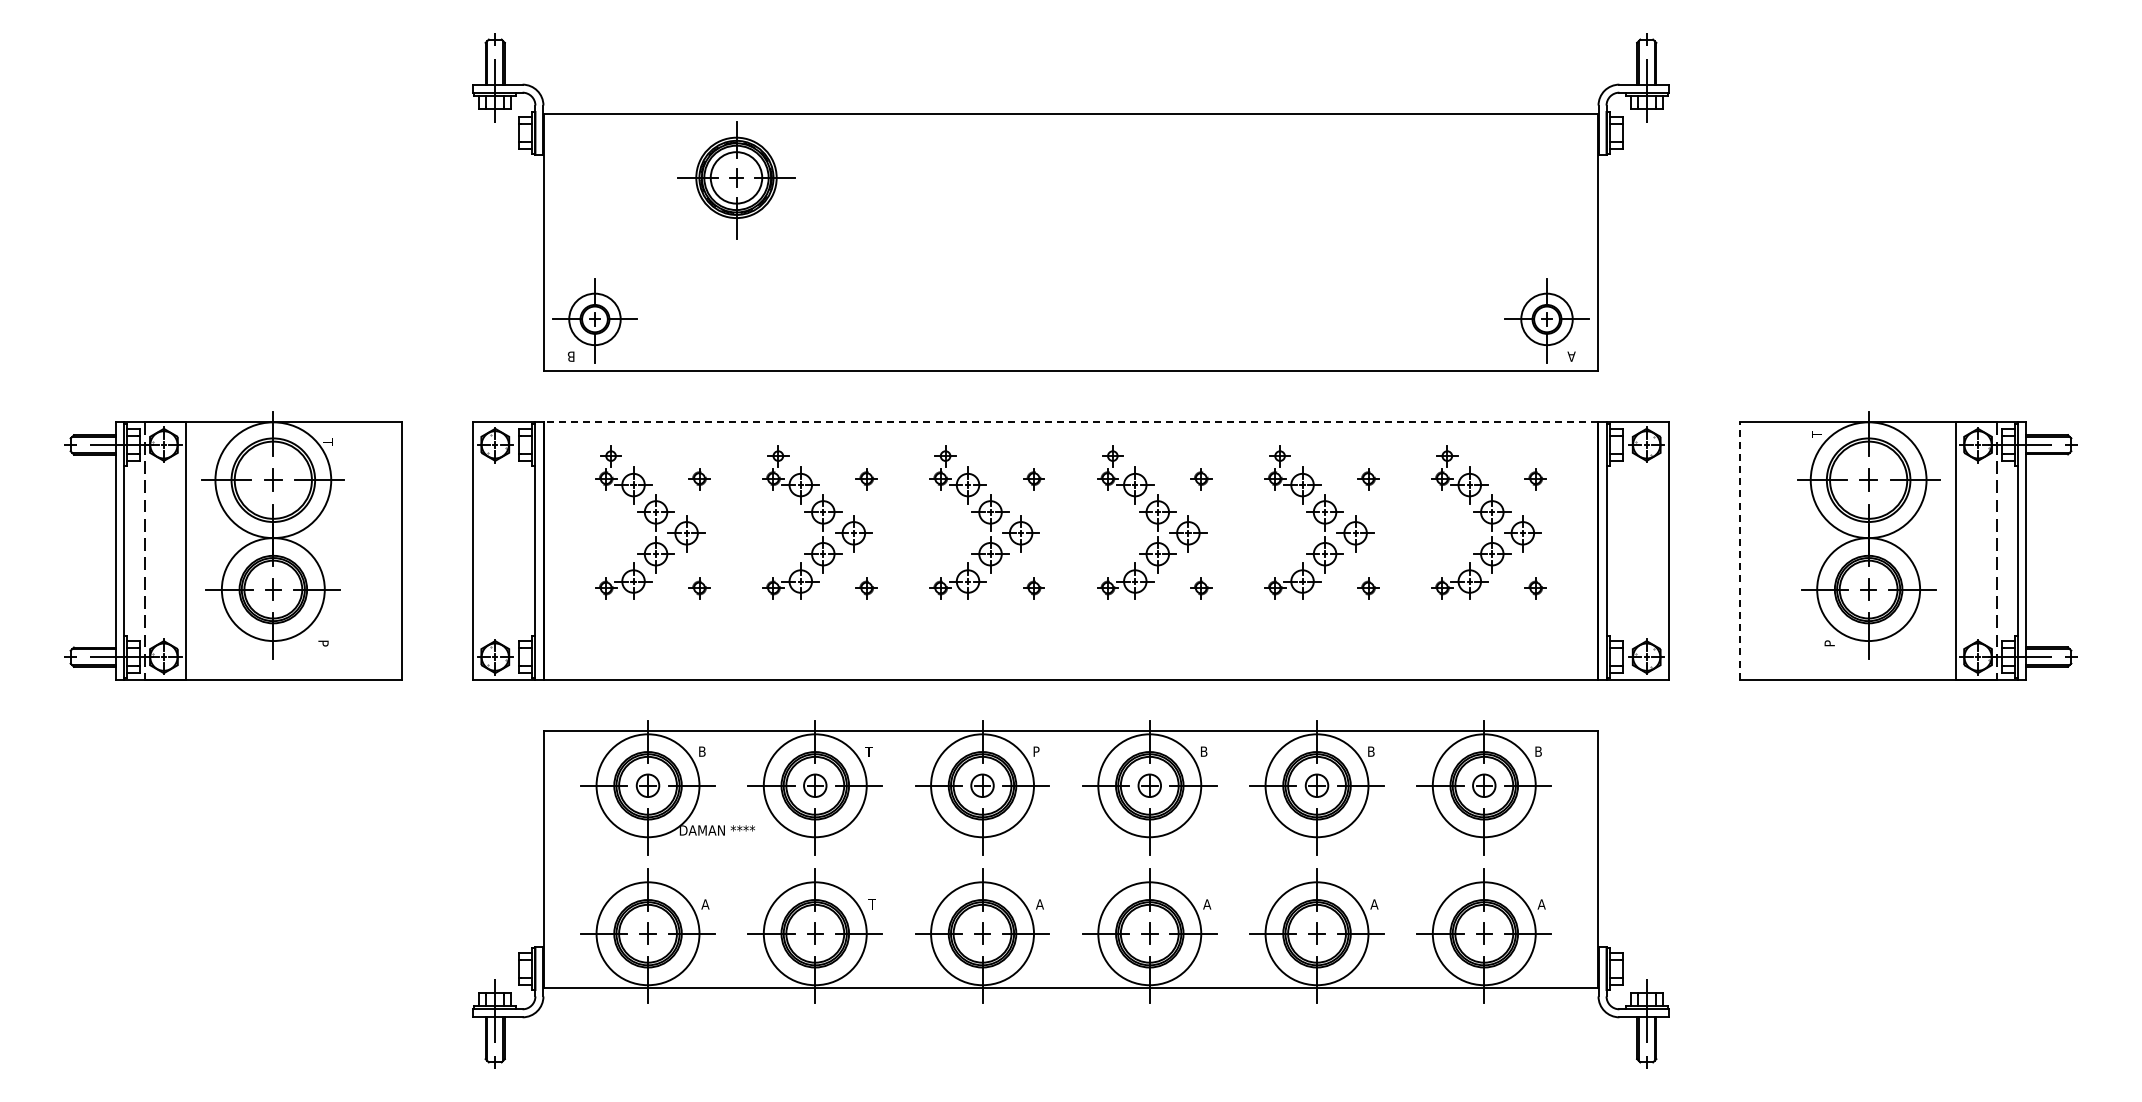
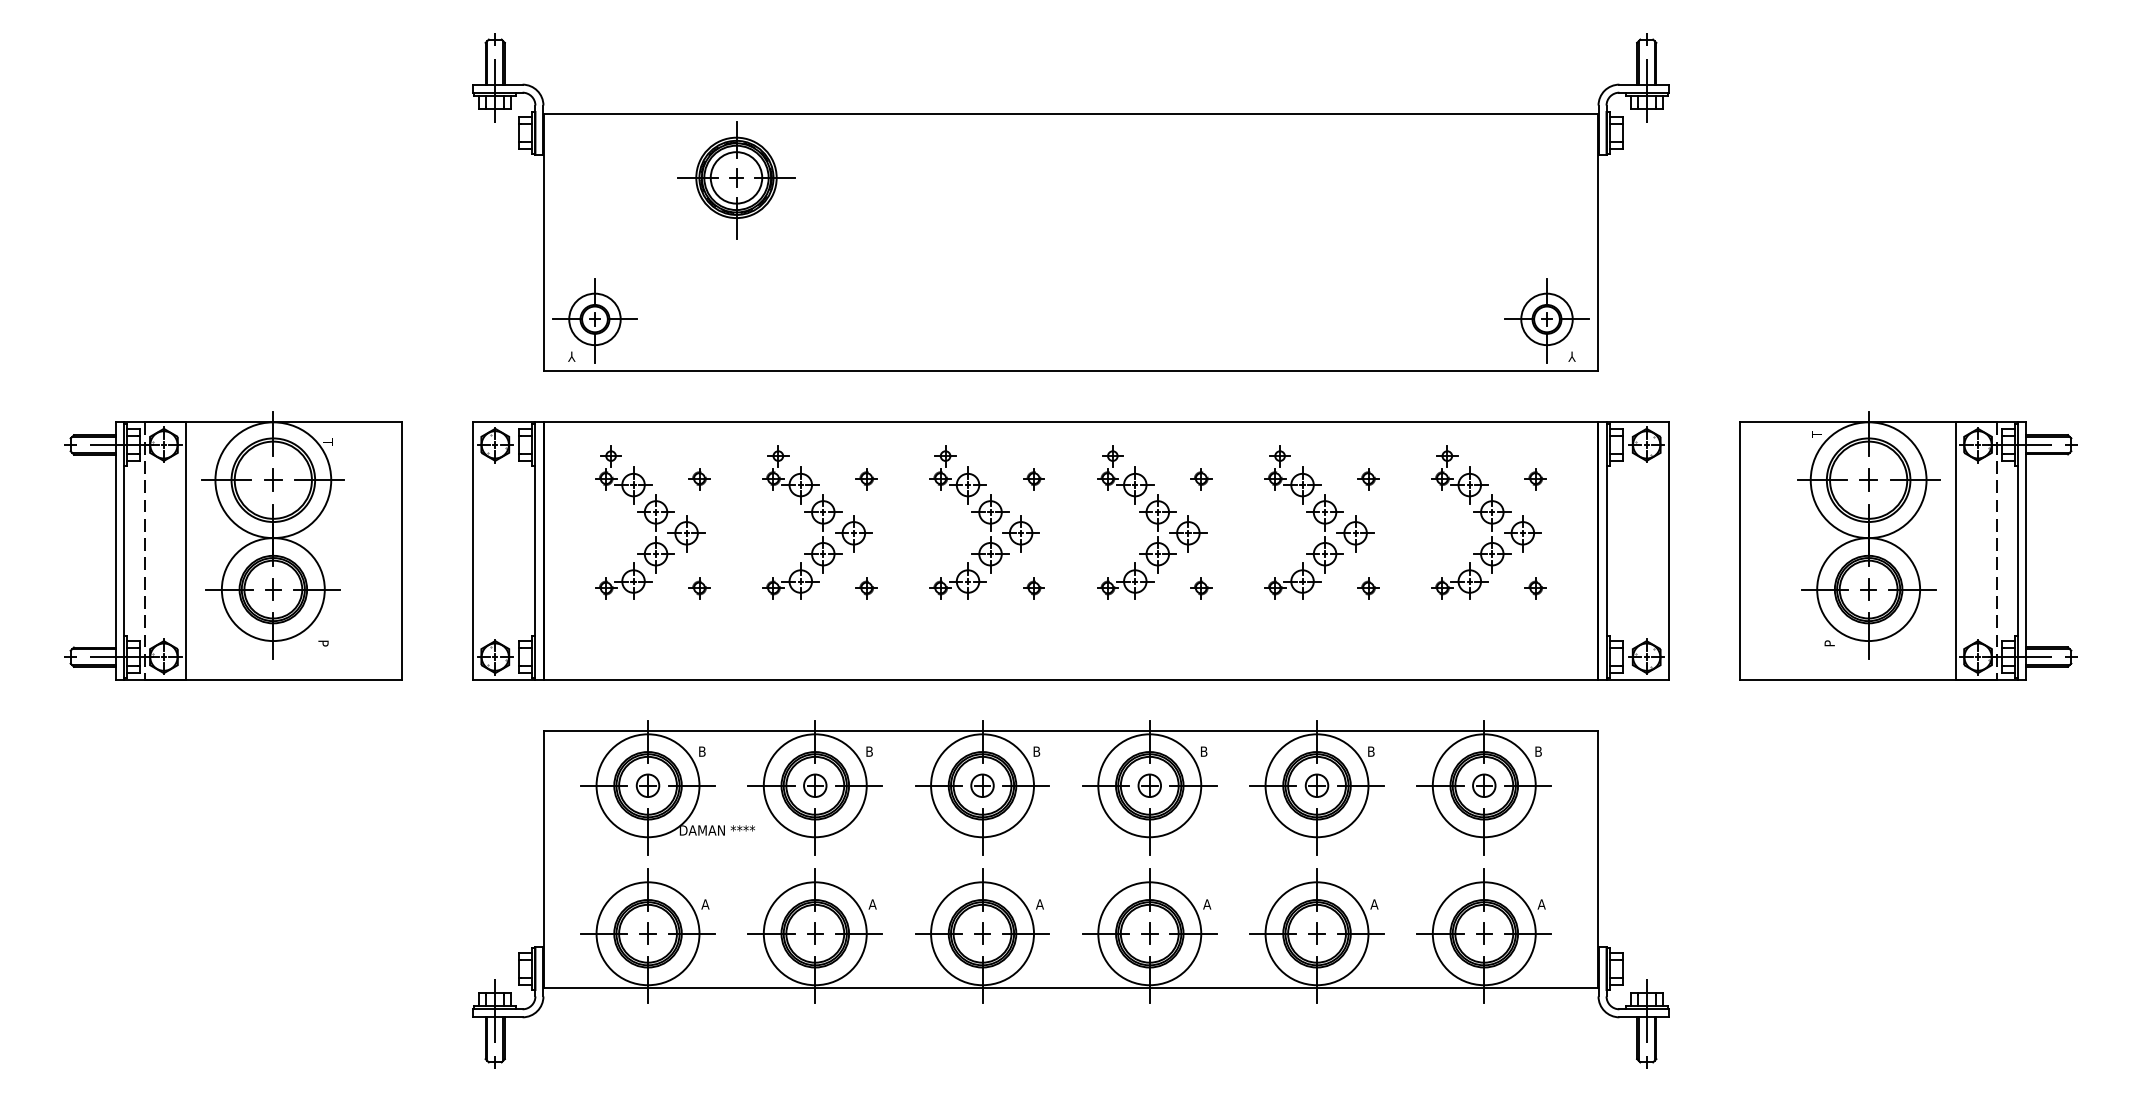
text at (571, 356): B -> Y
text at (1571, 356): A -> Y
line at (1070, 422): dashed -> solid
line at (1739, 551): dashed -> solid
text at (868, 751): T -> B
text at (1037, 751): P -> B
text at (872, 904): T -> A
